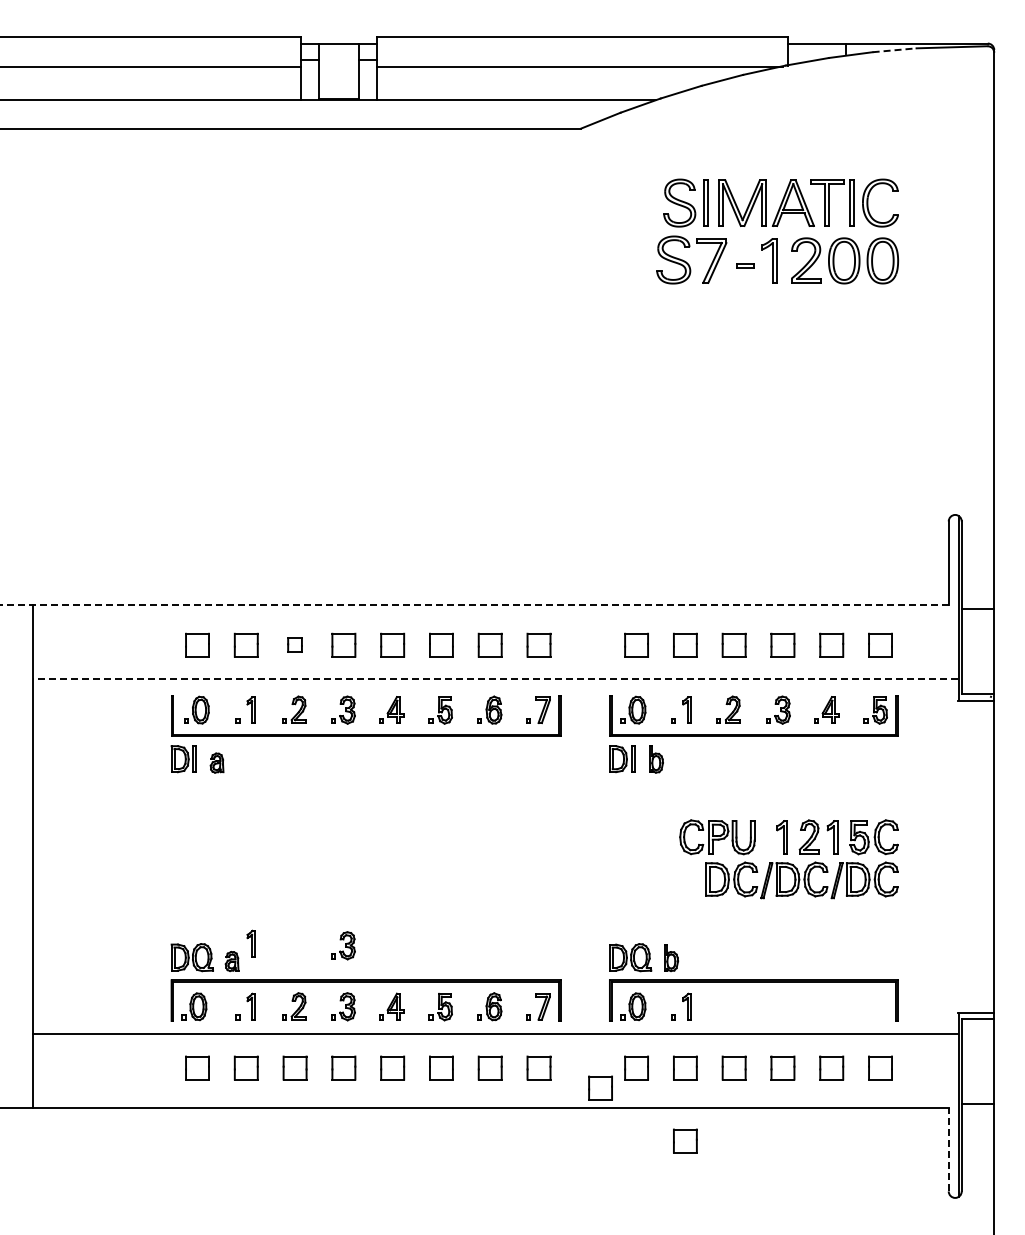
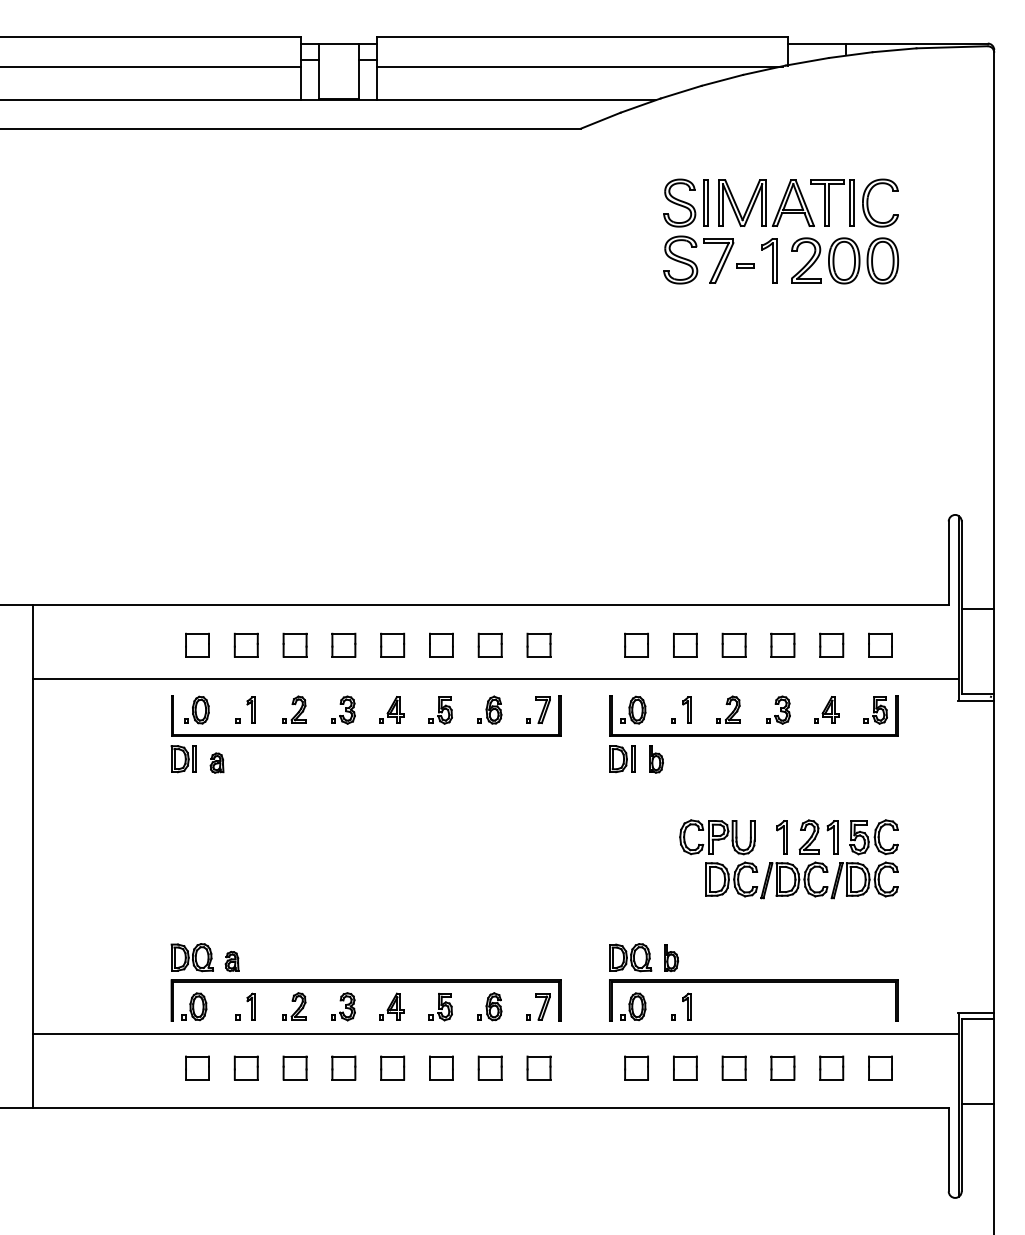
line at (895, 50): dashed -> solid
part at (691, 259) position: (691, 259) -> (698, 259)
line at (474, 604): dashed -> solid
part at (294, 644) size: 16x16 px -> 26x26 px
line at (495, 679): dashed -> solid
part at (250, 943): present -> none
part at (343, 945): present -> none
part at (600, 1087): present -> none
part at (685, 1140): present -> none
line at (948, 1149): dashed -> solid
